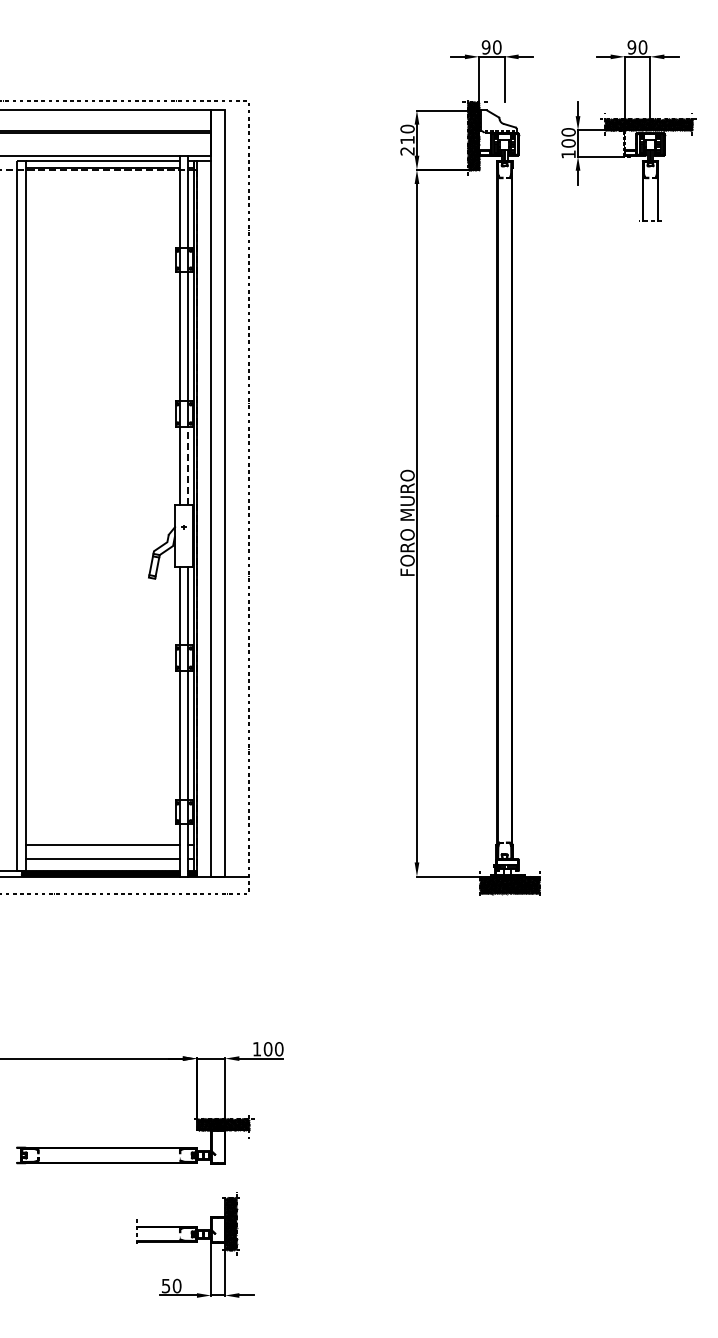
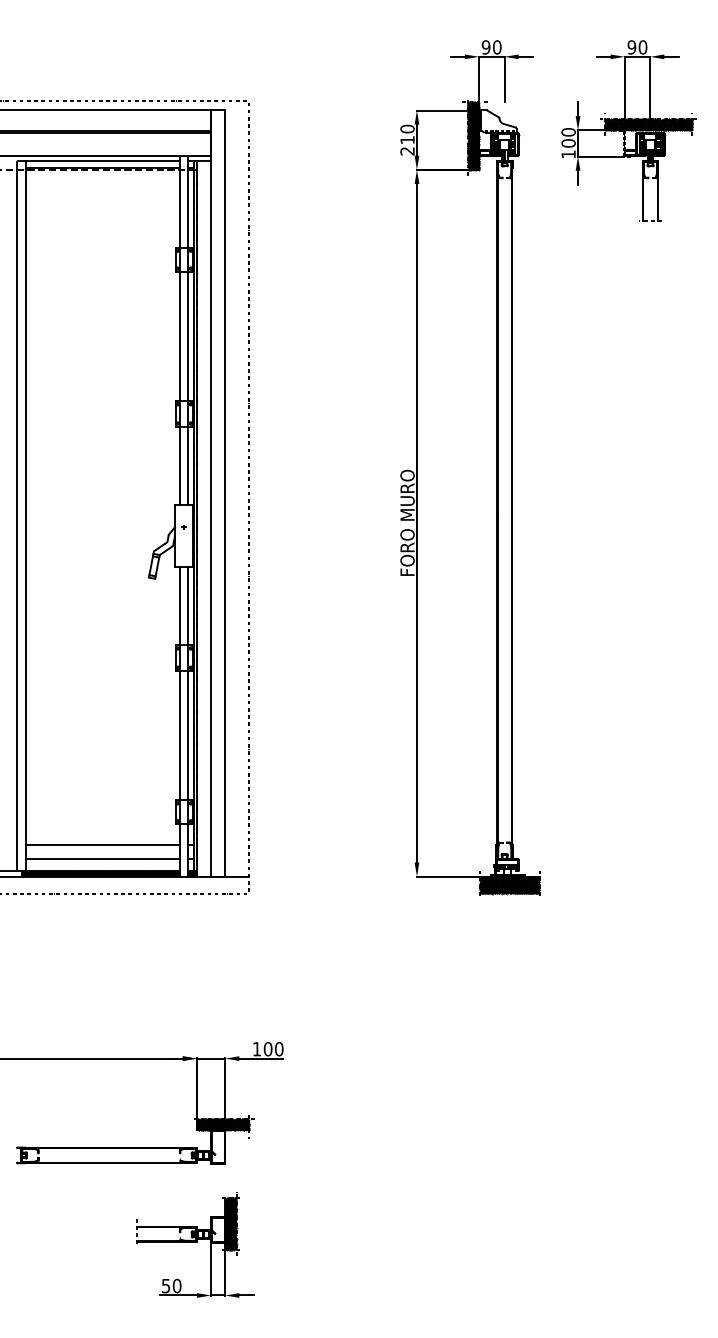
line at (188, 465): dashed -> solid
